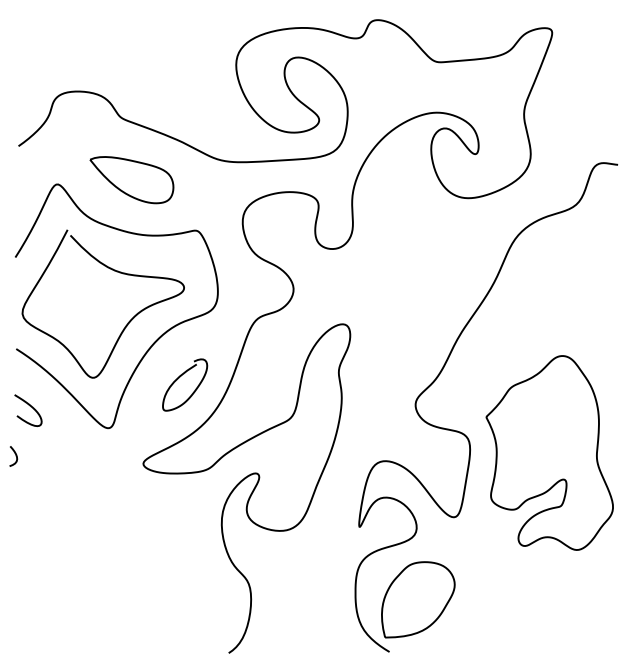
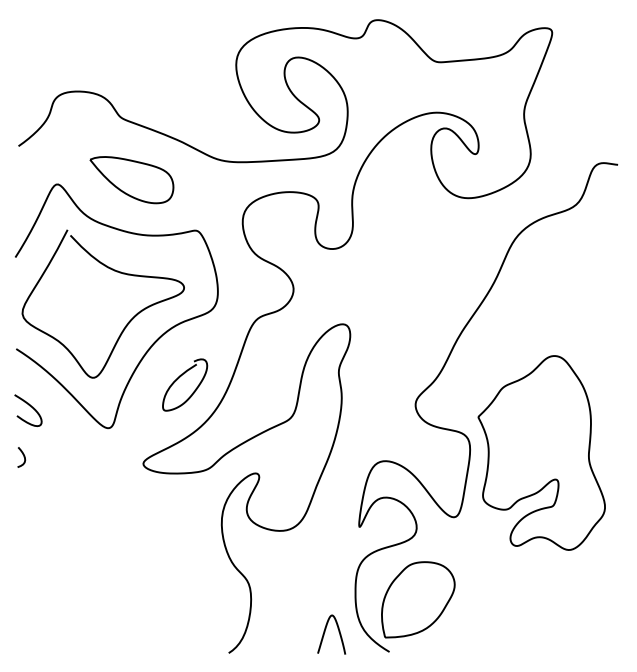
part at (549, 452) position: (549, 452) -> (541, 452)
curve at (15, 456) position: (15, 456) -> (23, 457)
curve at (325, 632): none -> present
